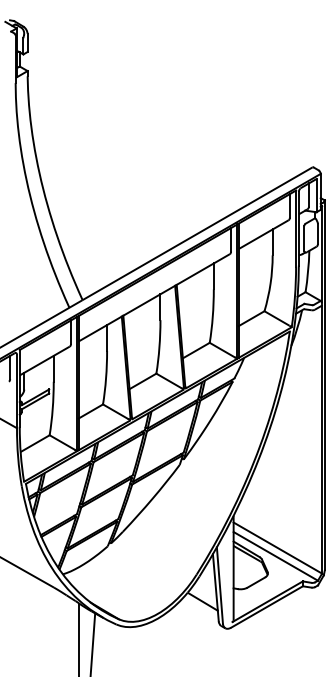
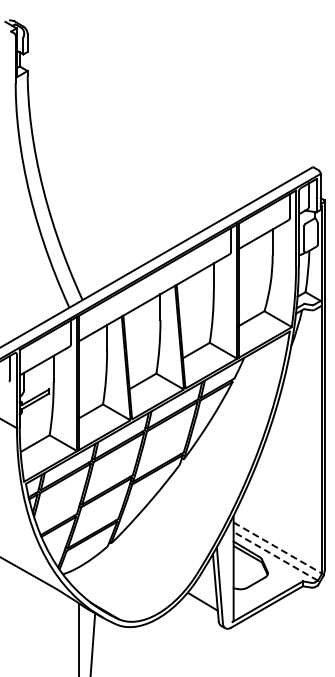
line at (278, 548): solid -> dashed
line at (275, 556): solid -> dashed
